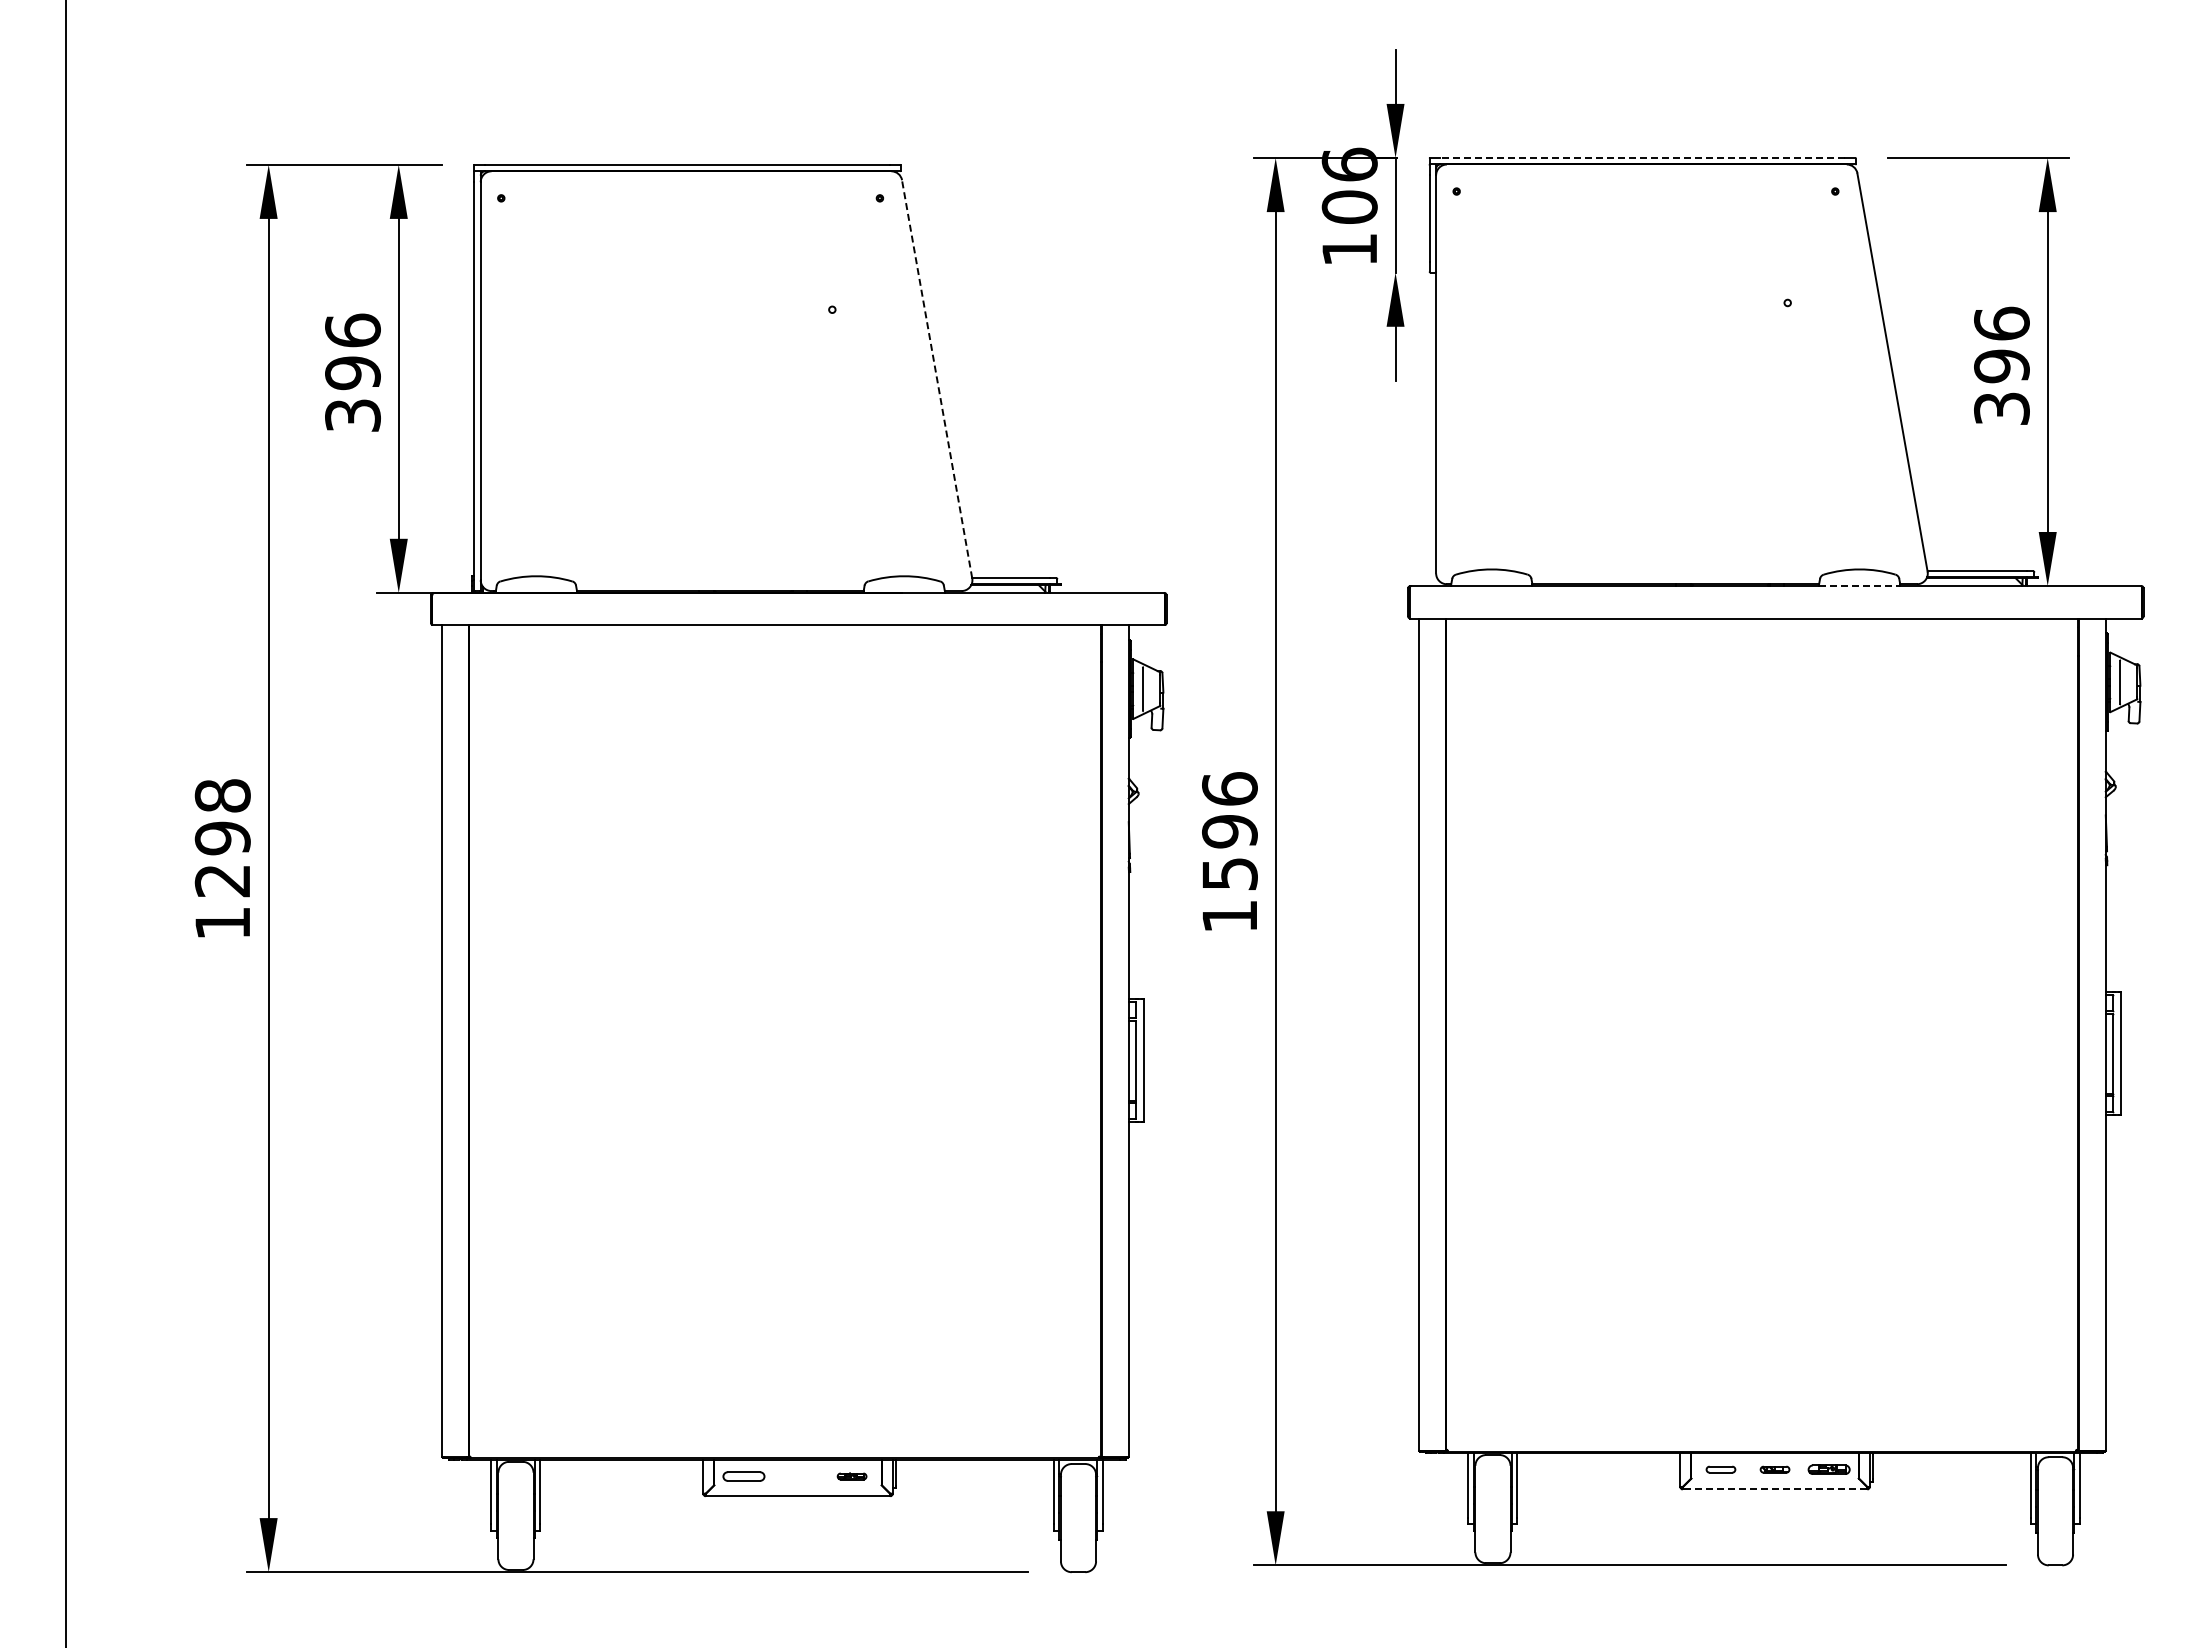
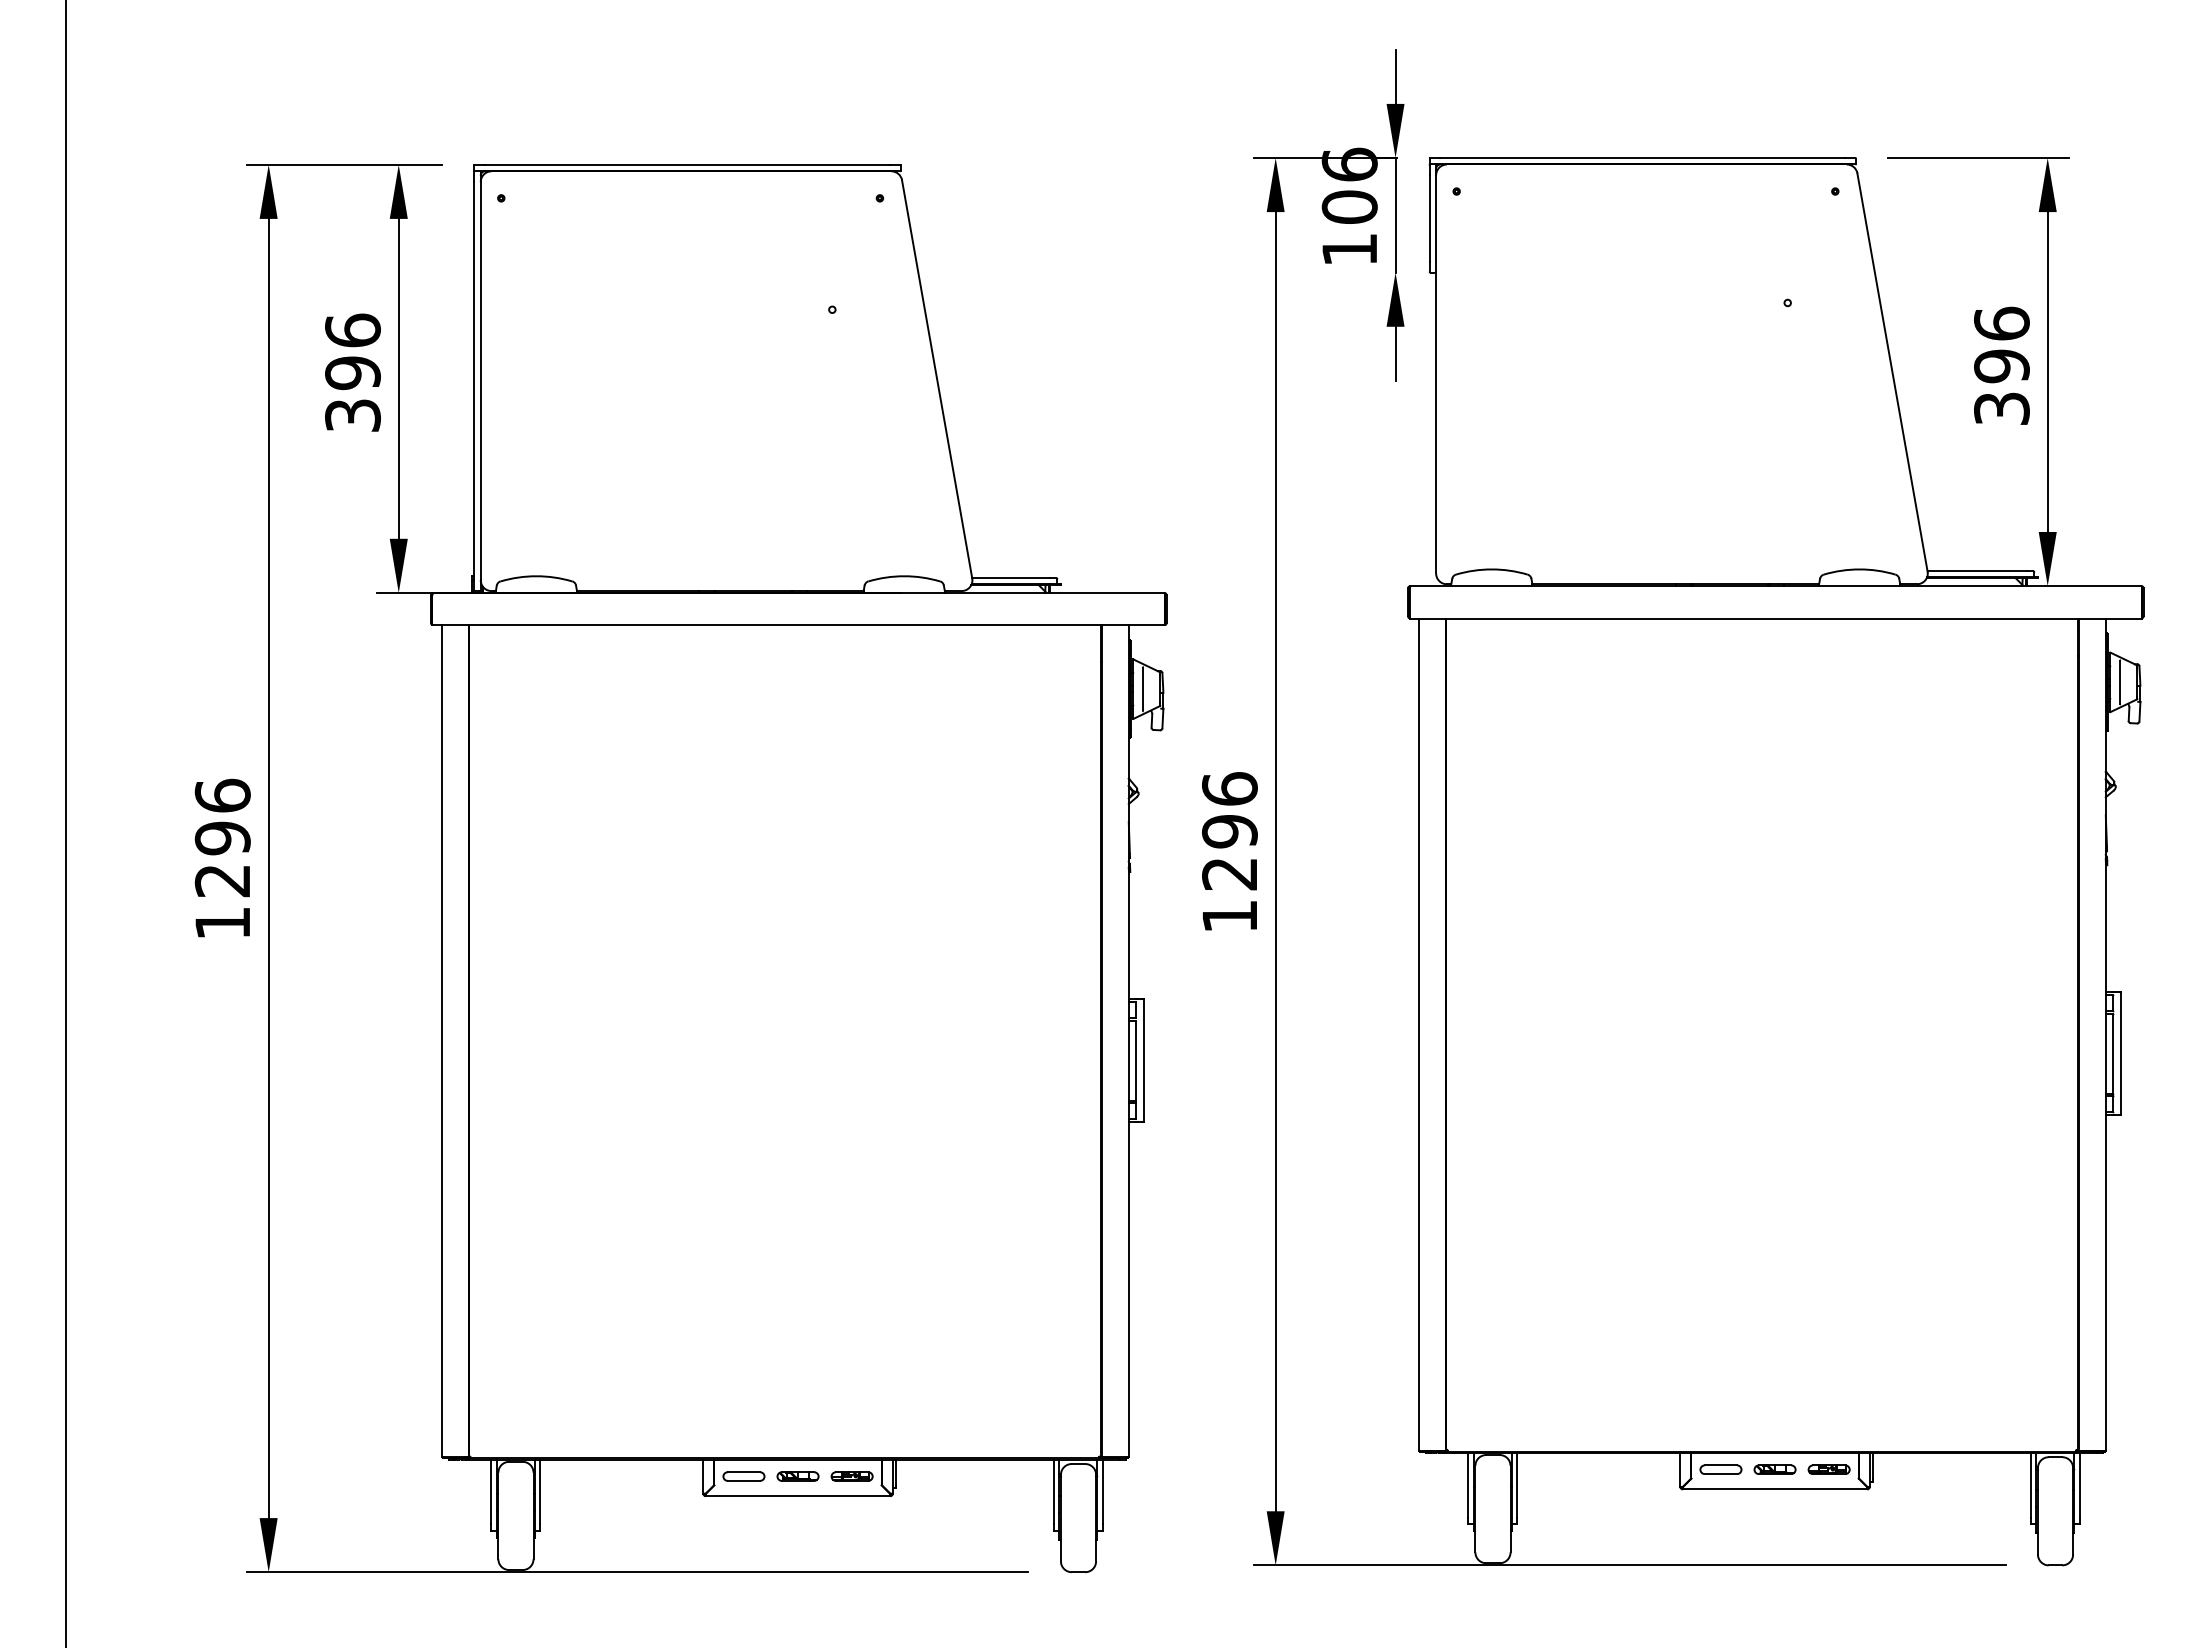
line at (1642, 158): dashed -> solid
line at (937, 378): dashed -> solid
line at (1859, 586): dashed -> solid
text at (222, 795): 1298 -> 1296
text at (1229, 874): 1596 -> 1296
part at (1720, 1469) size: 32x9 px -> 44x11 px
part at (1774, 1469) size: 32x9 px -> 44x11 px
part at (797, 1476): none -> present
part at (851, 1476) size: 32x9 px -> 44x11 px
line at (1774, 1489): dashed -> solid
